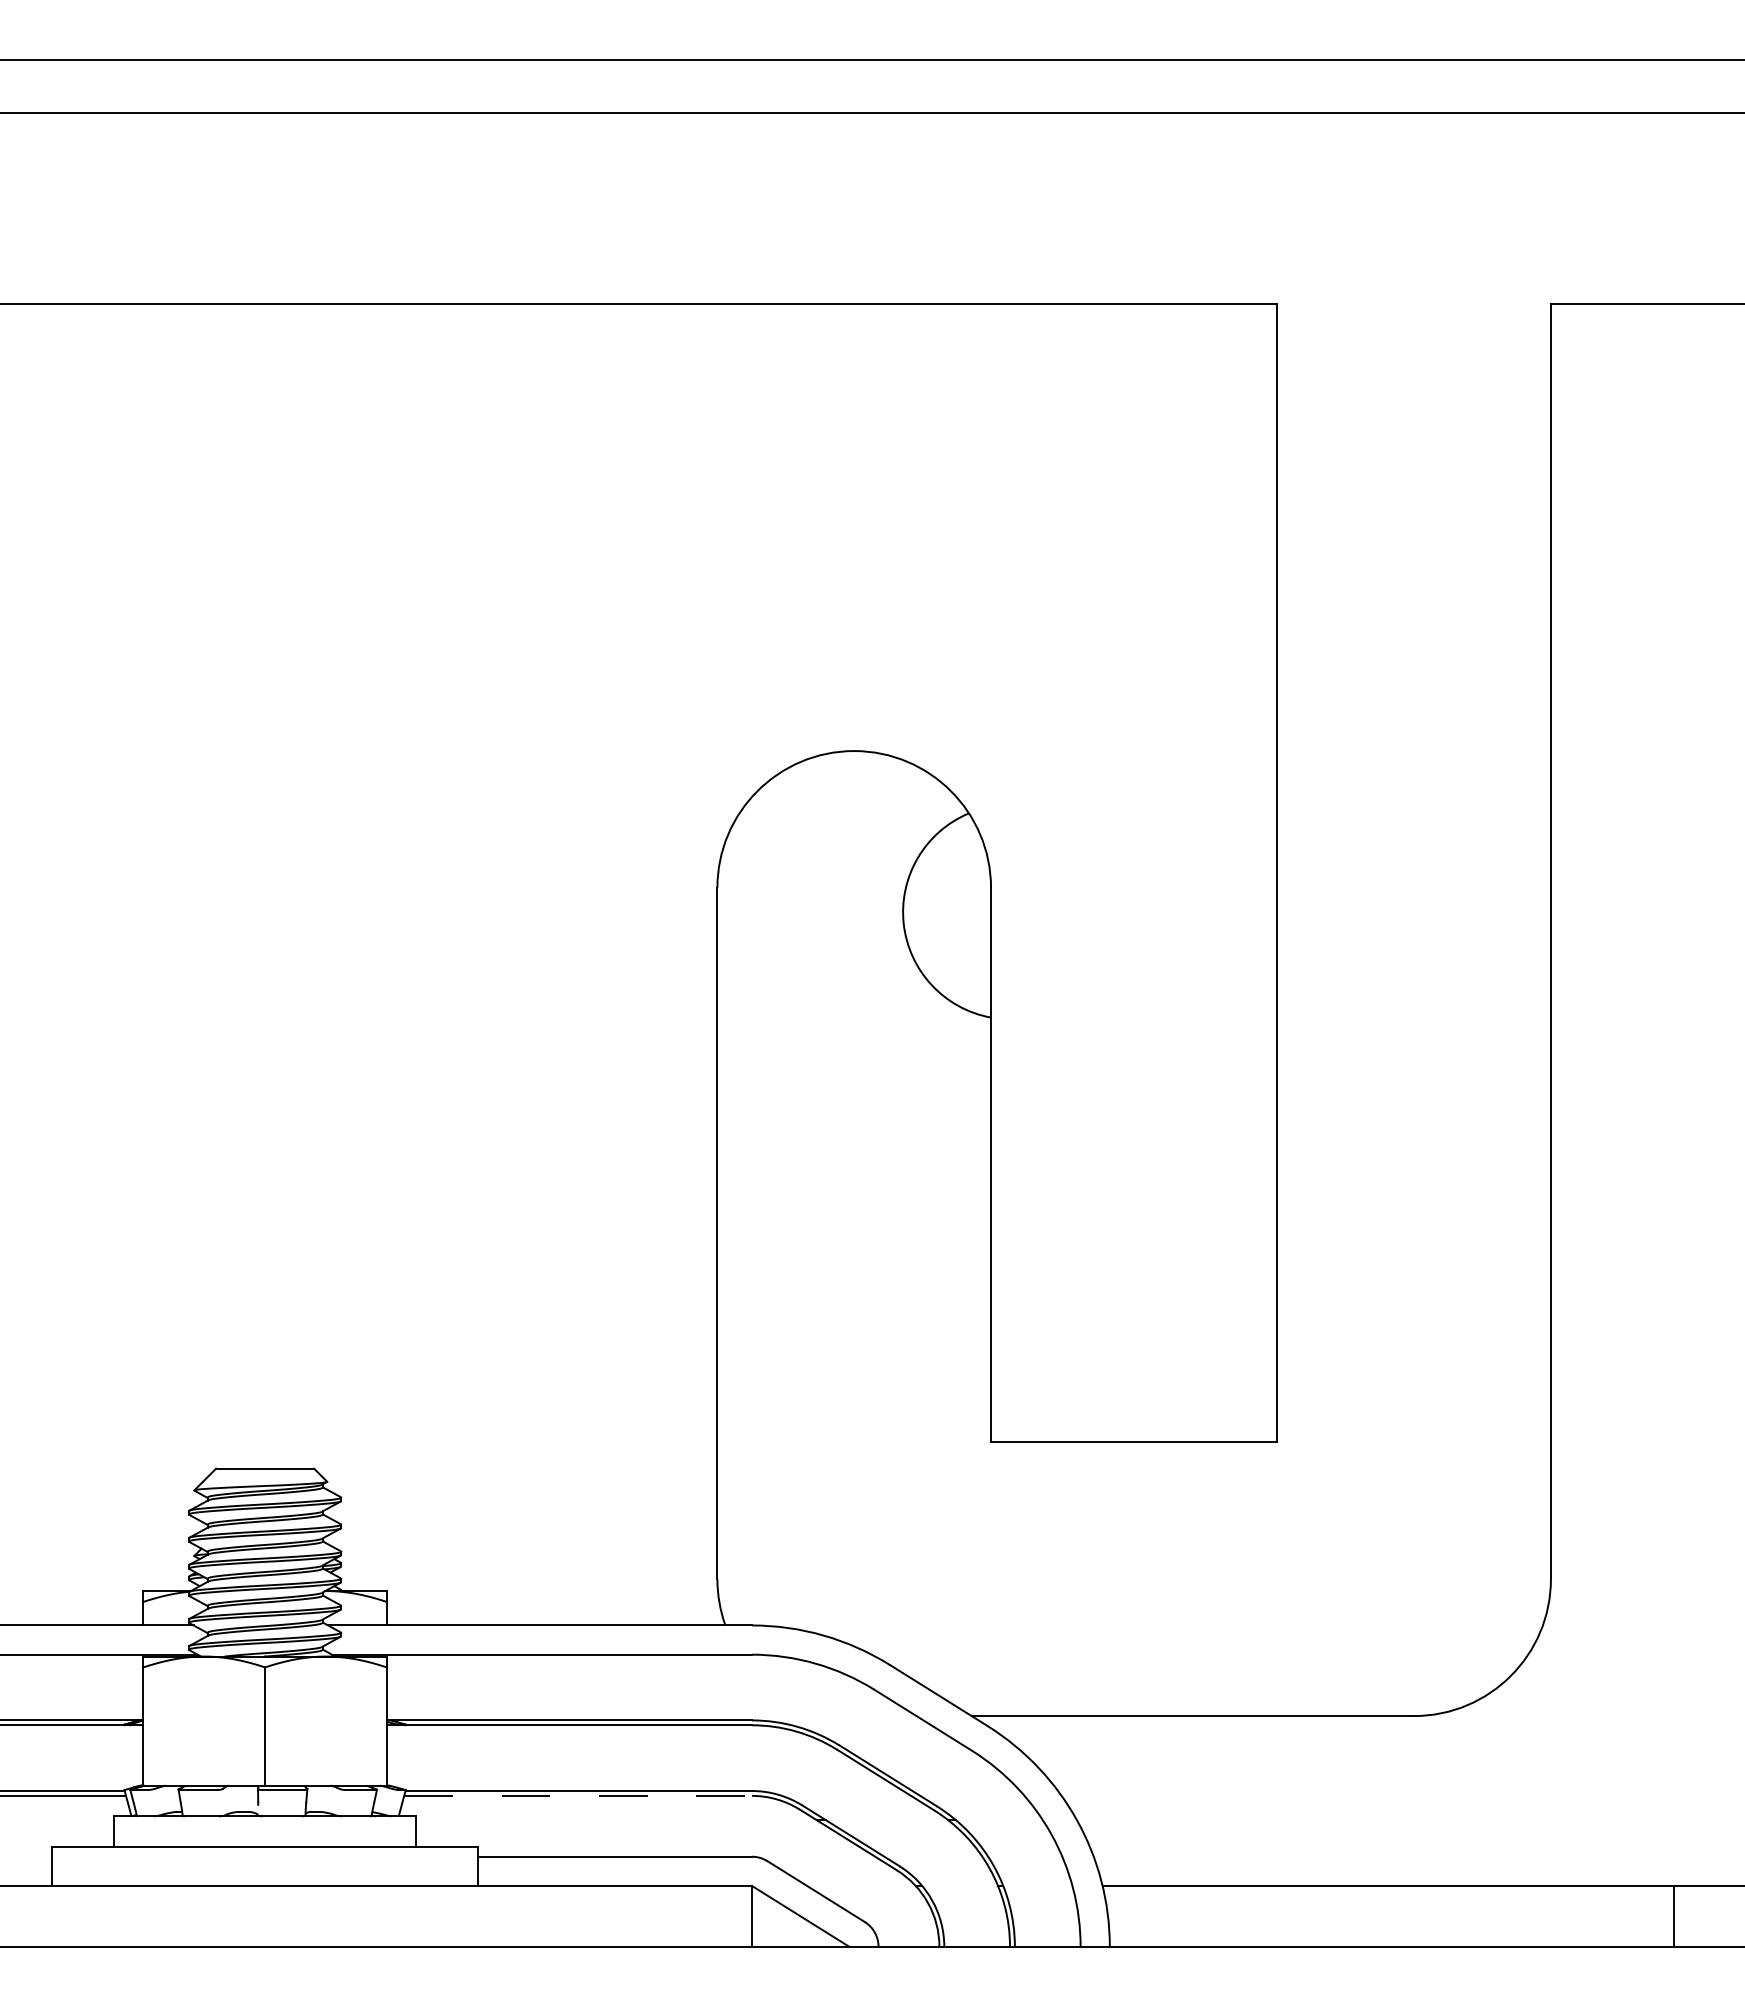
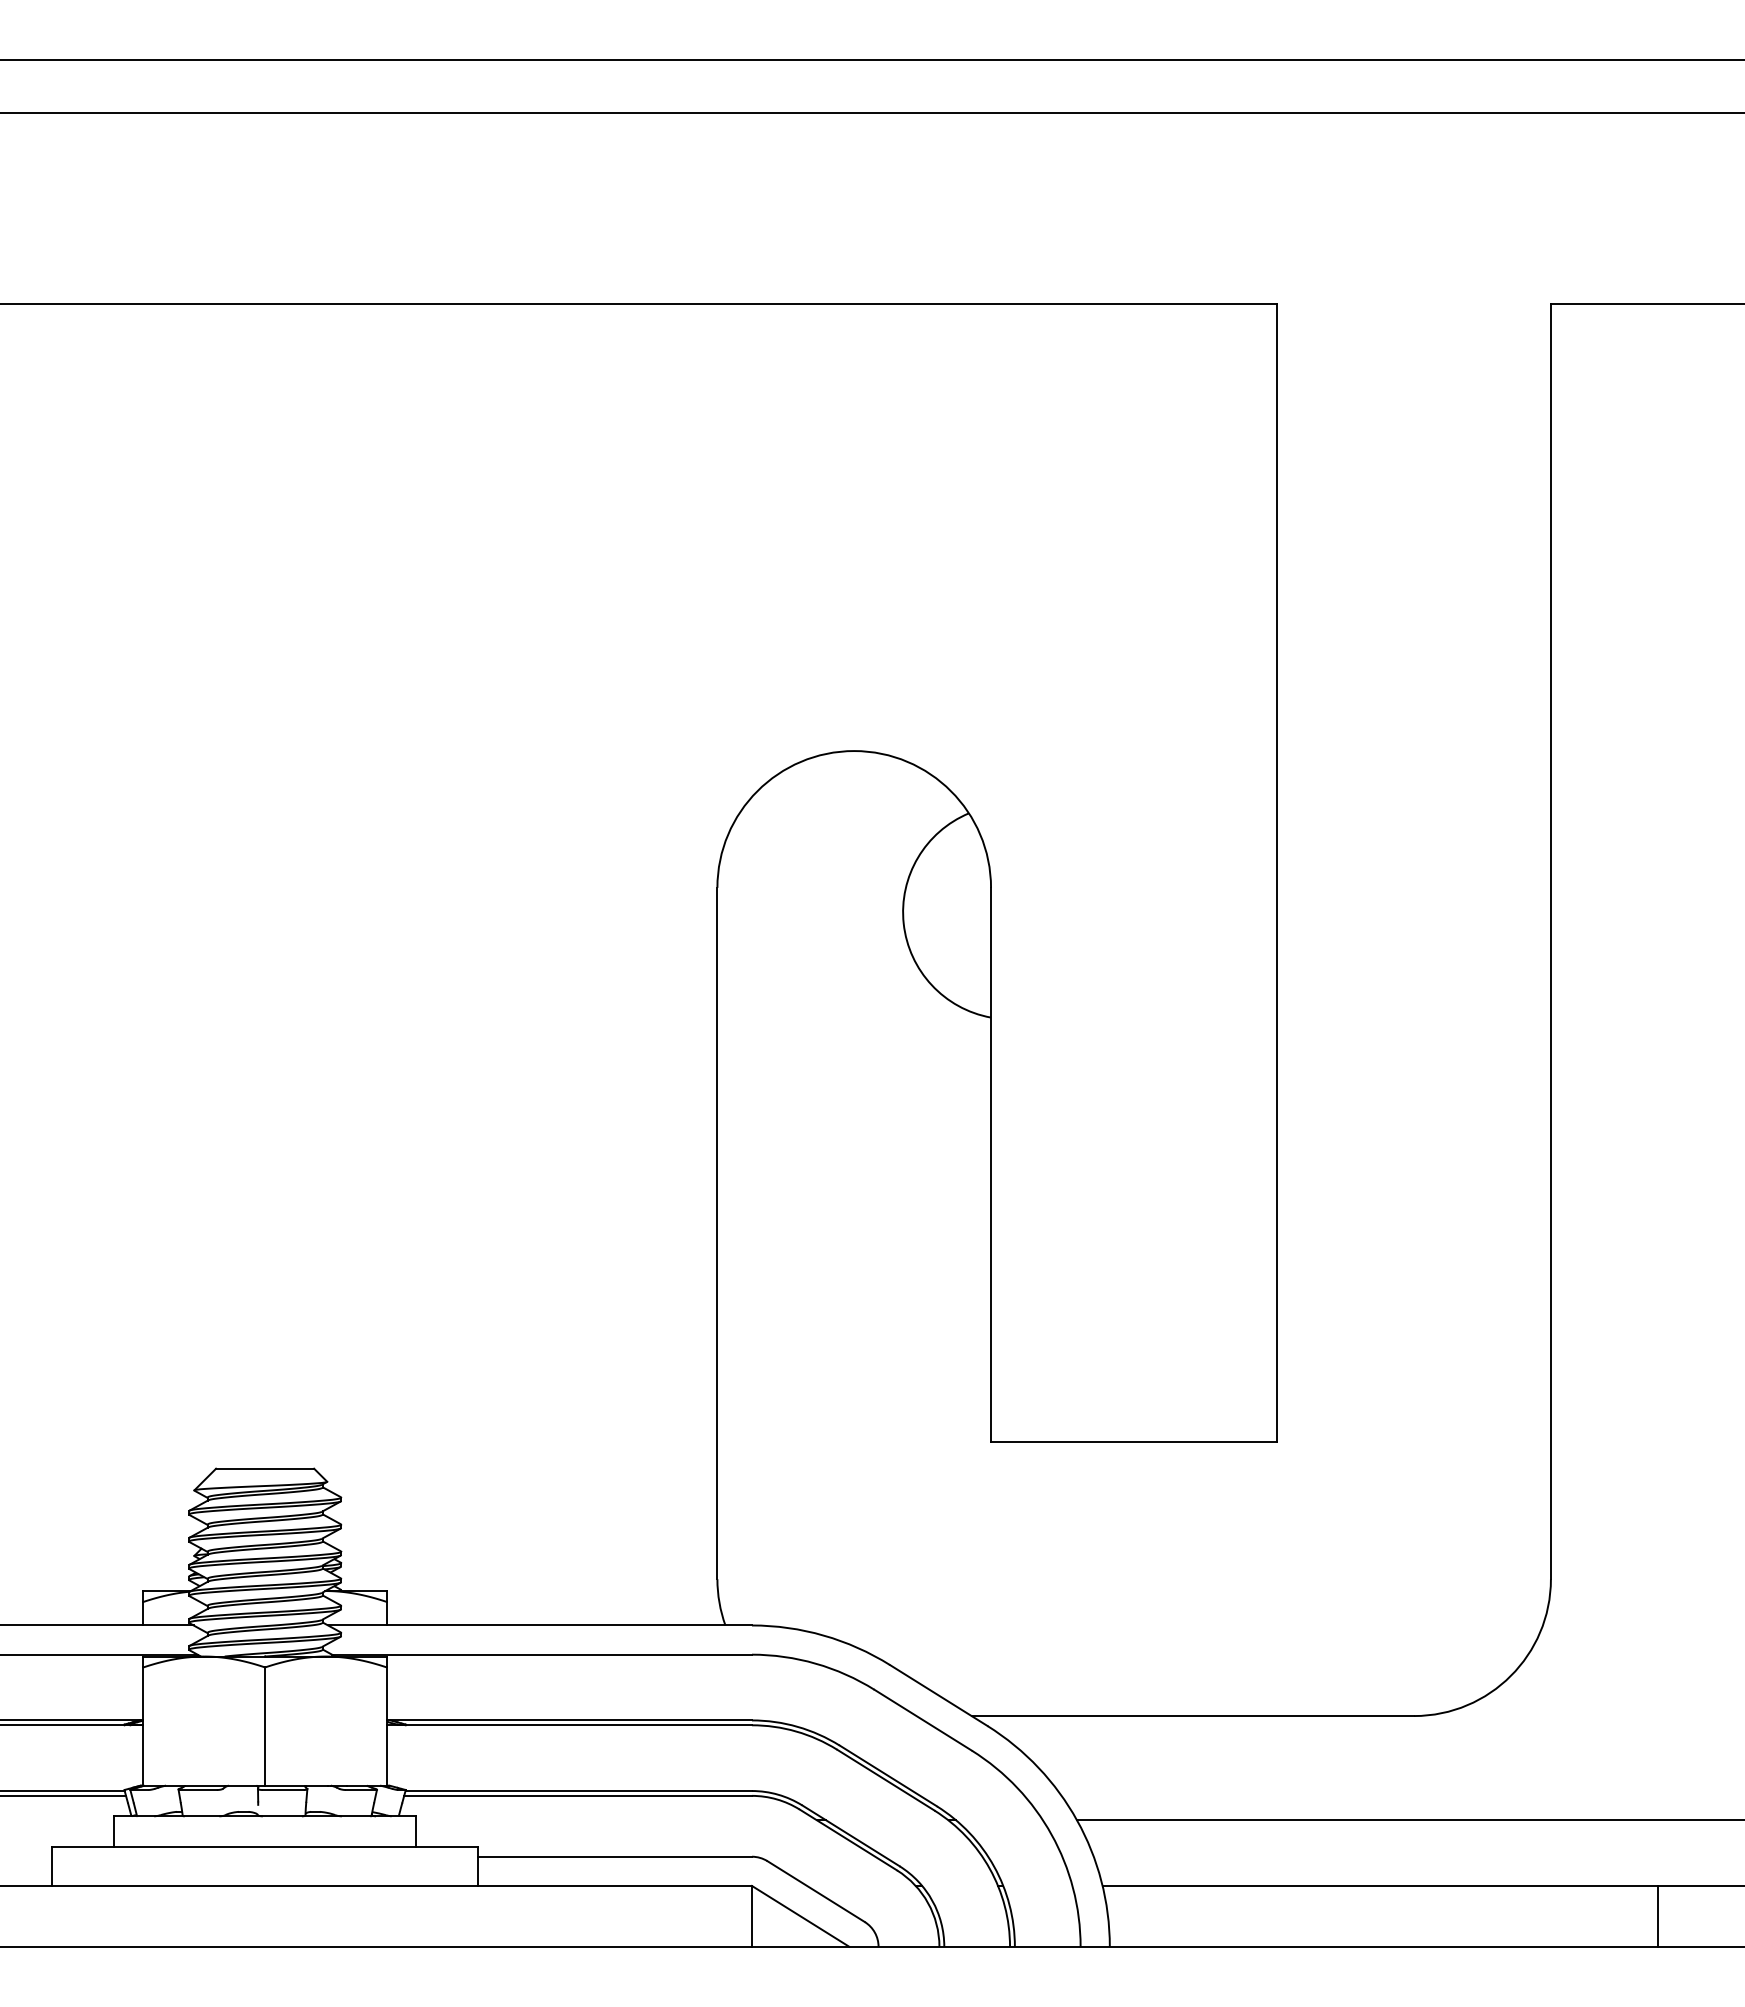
line at (578, 1795): dashed -> solid
line at (1409, 1820): none -> present
line at (1674, 1915) position: (1674, 1915) -> (1658, 1915)
